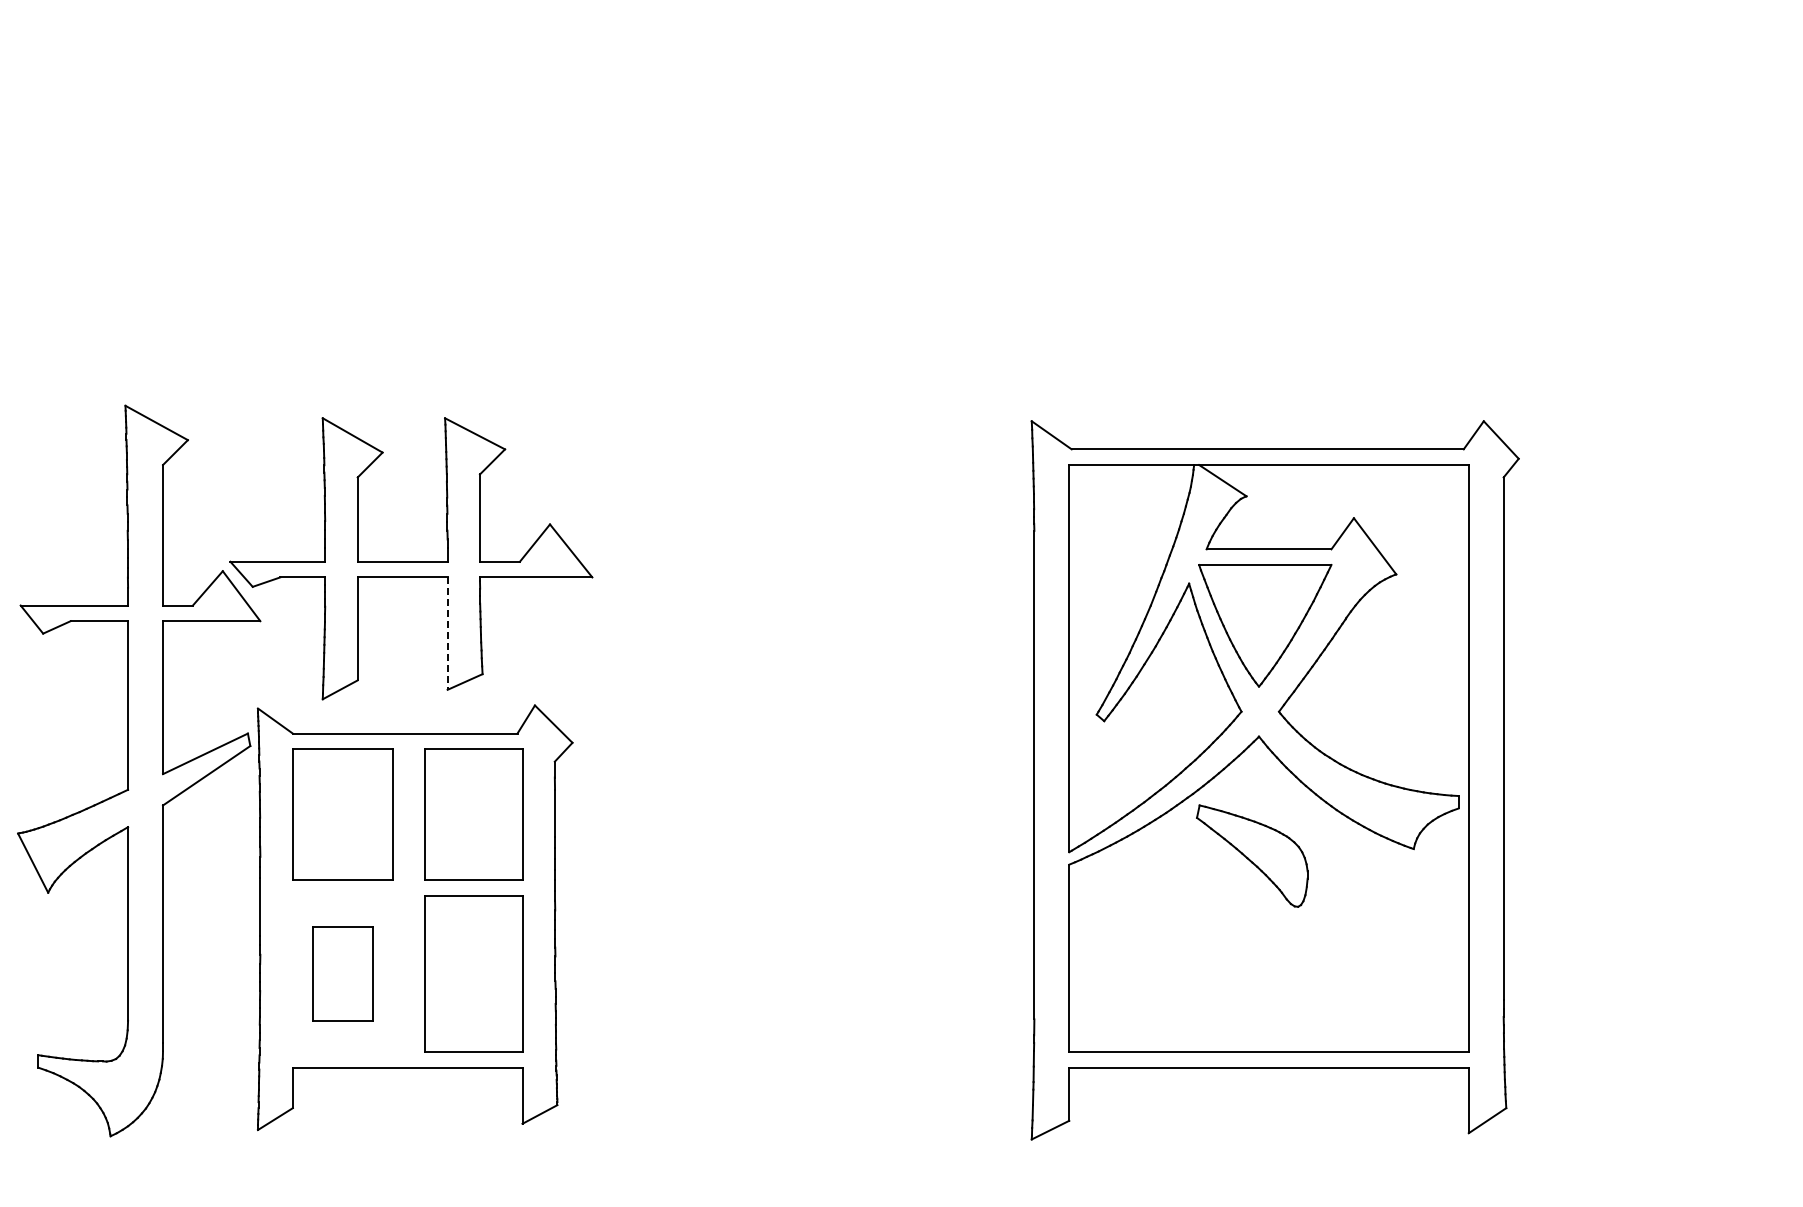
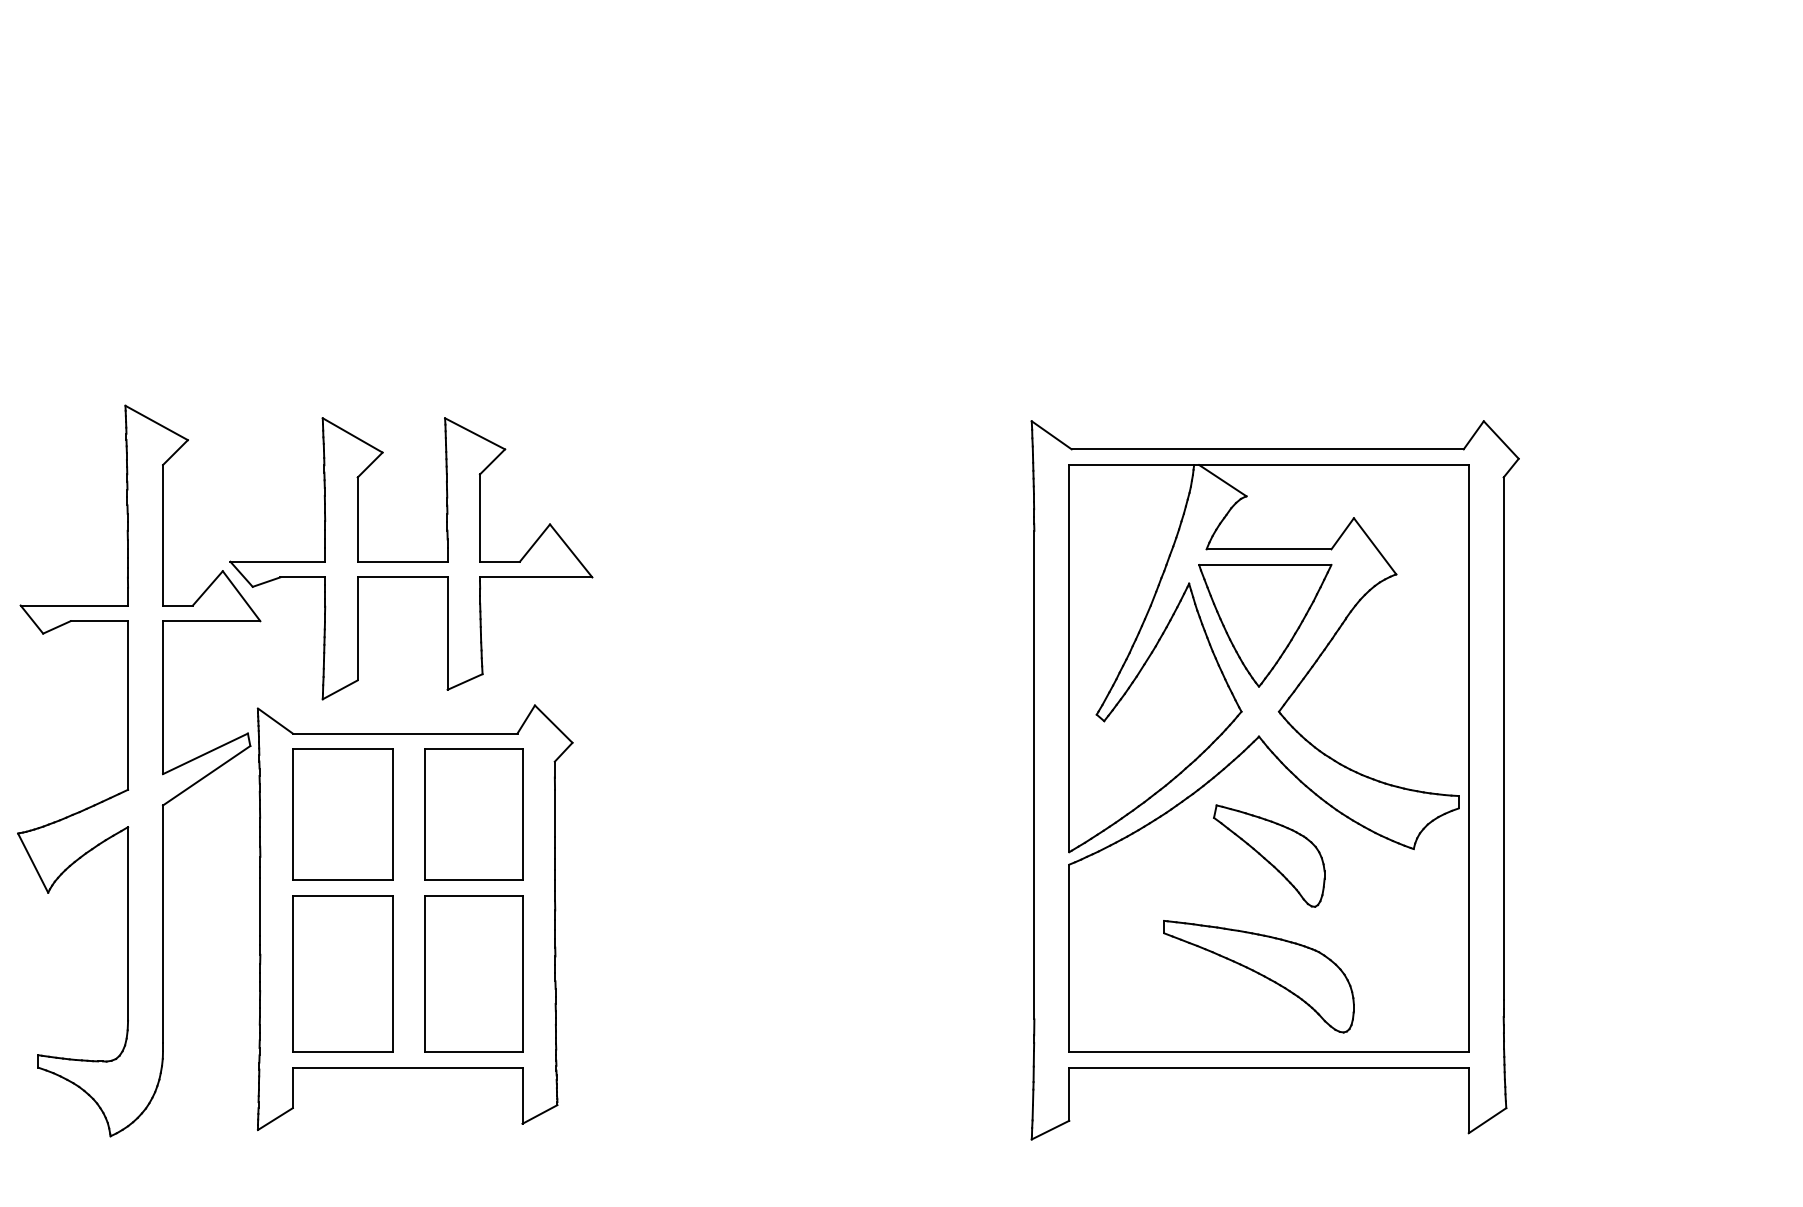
line at (447, 634): dashed -> solid
part at (1252, 855) position: (1252, 855) -> (1269, 855)
part at (342, 973) size: 62x96 px -> 102x158 px
part at (1258, 976): none -> present
